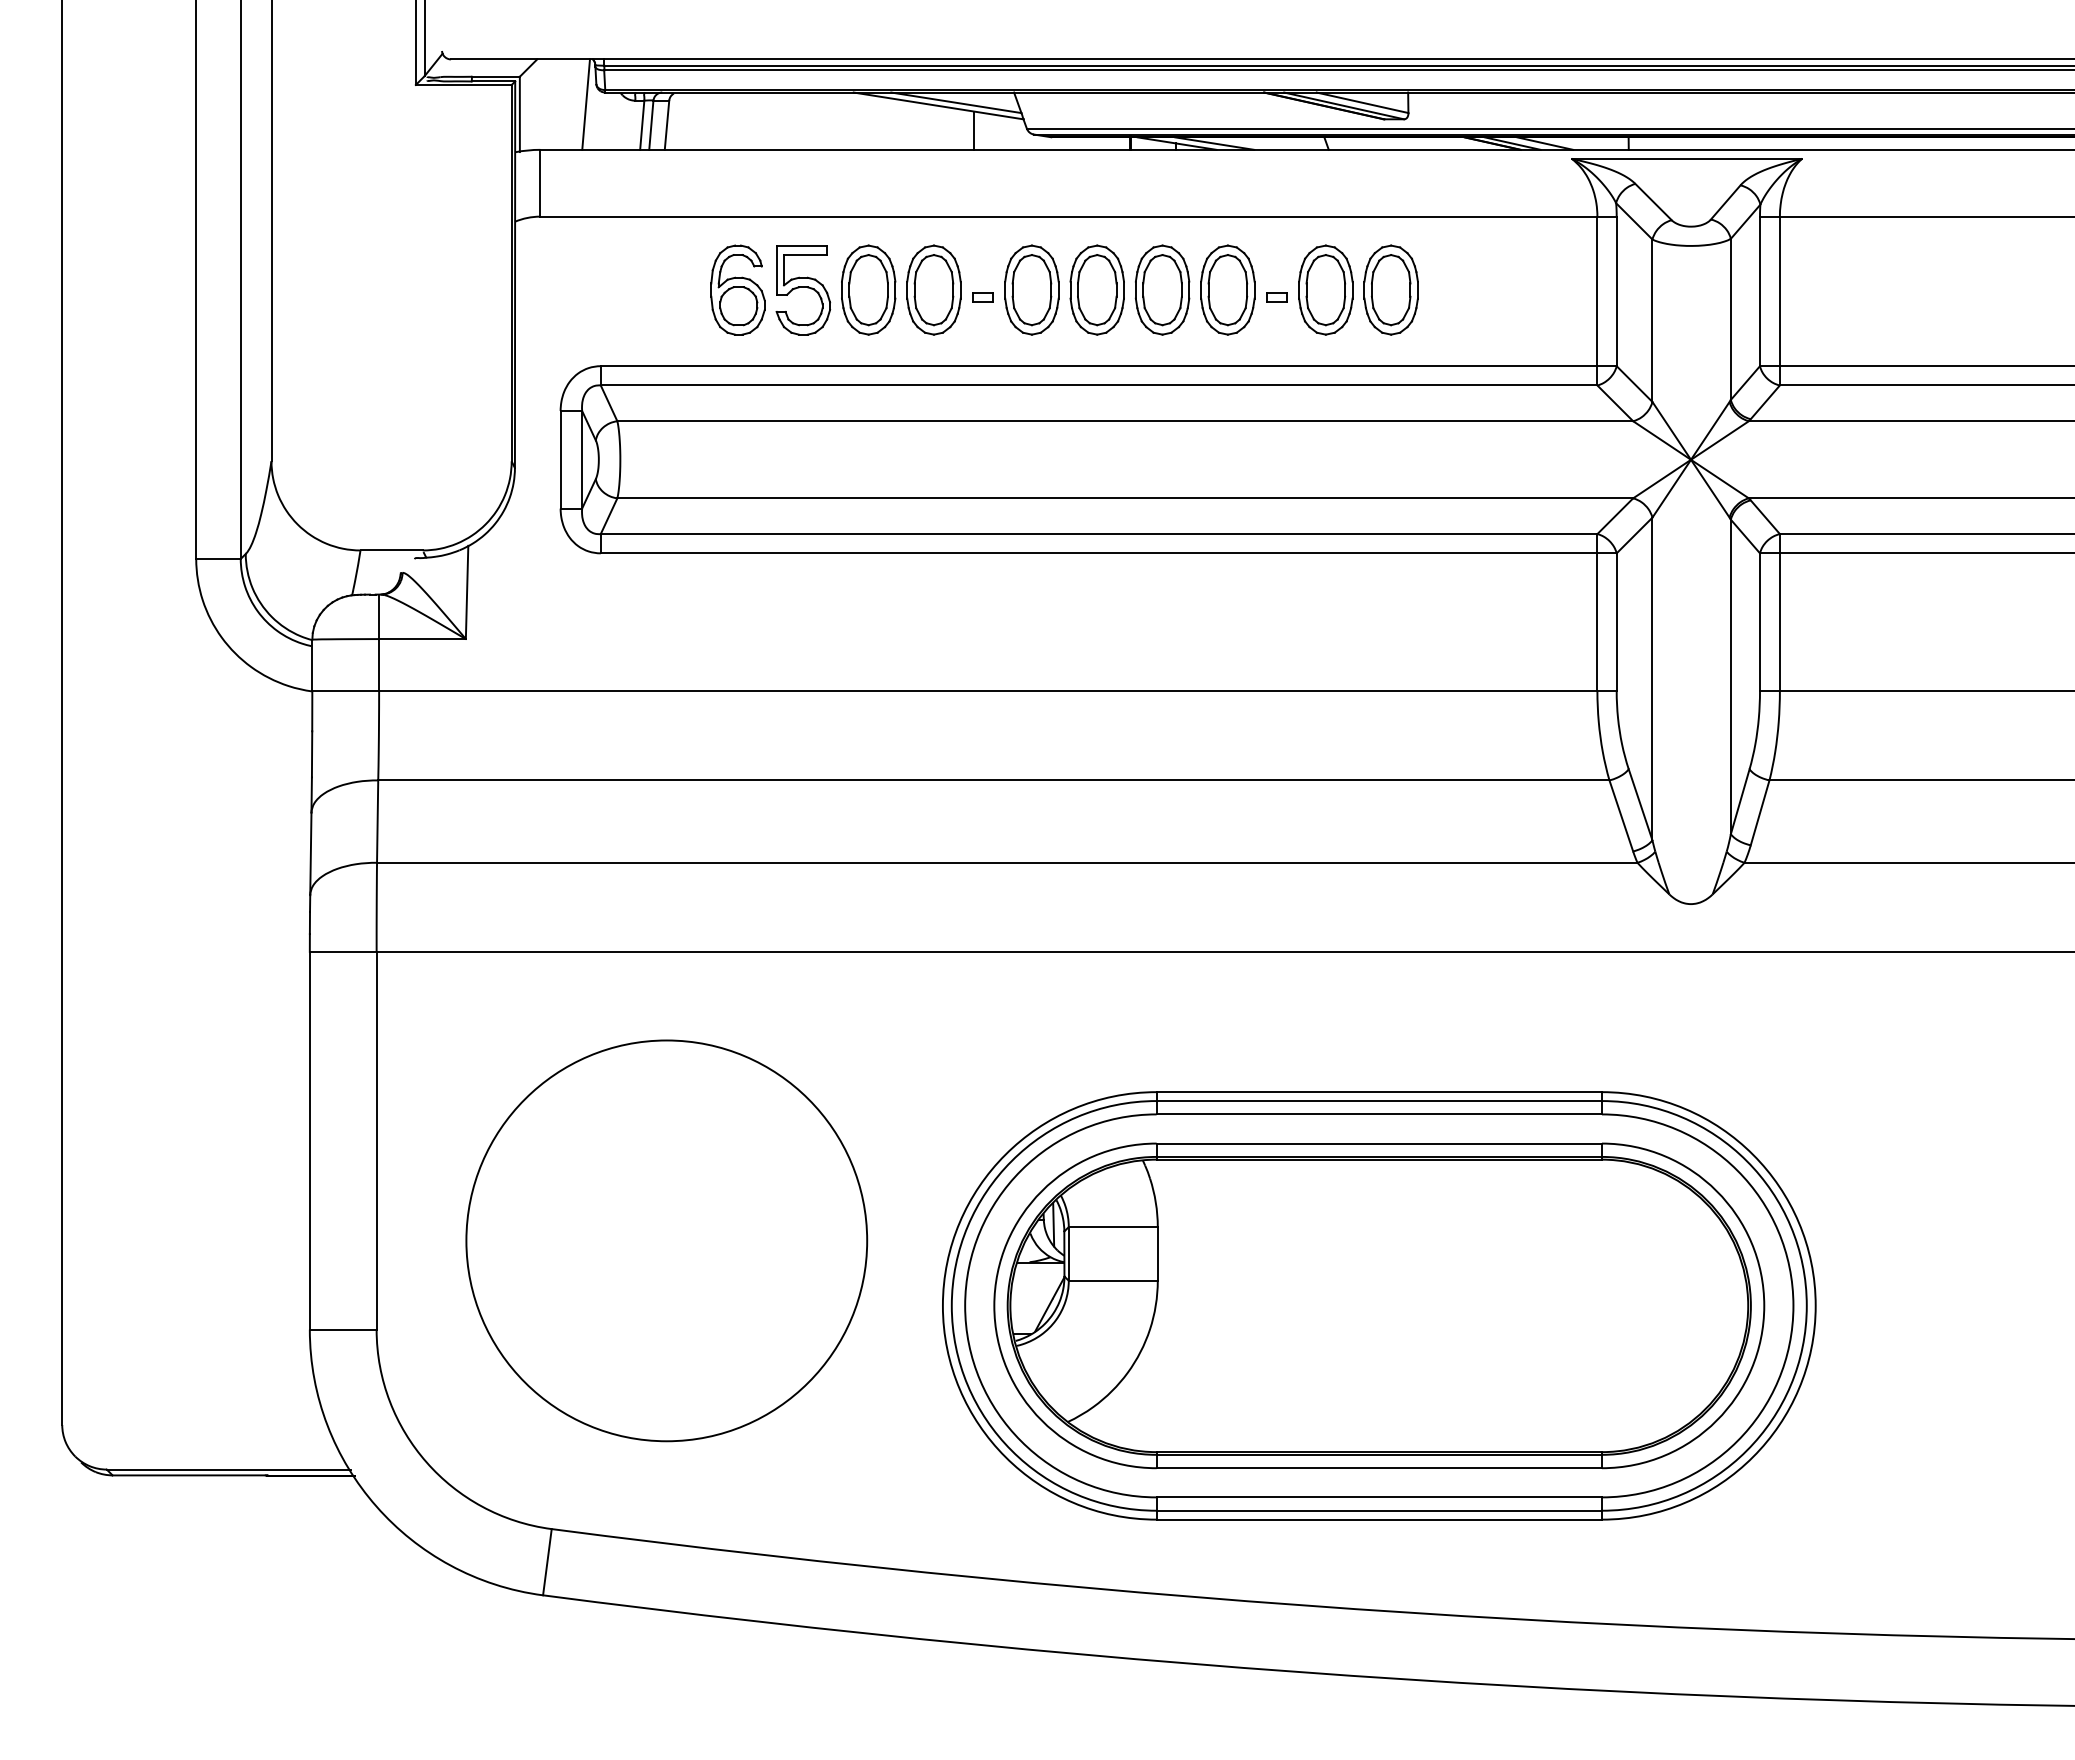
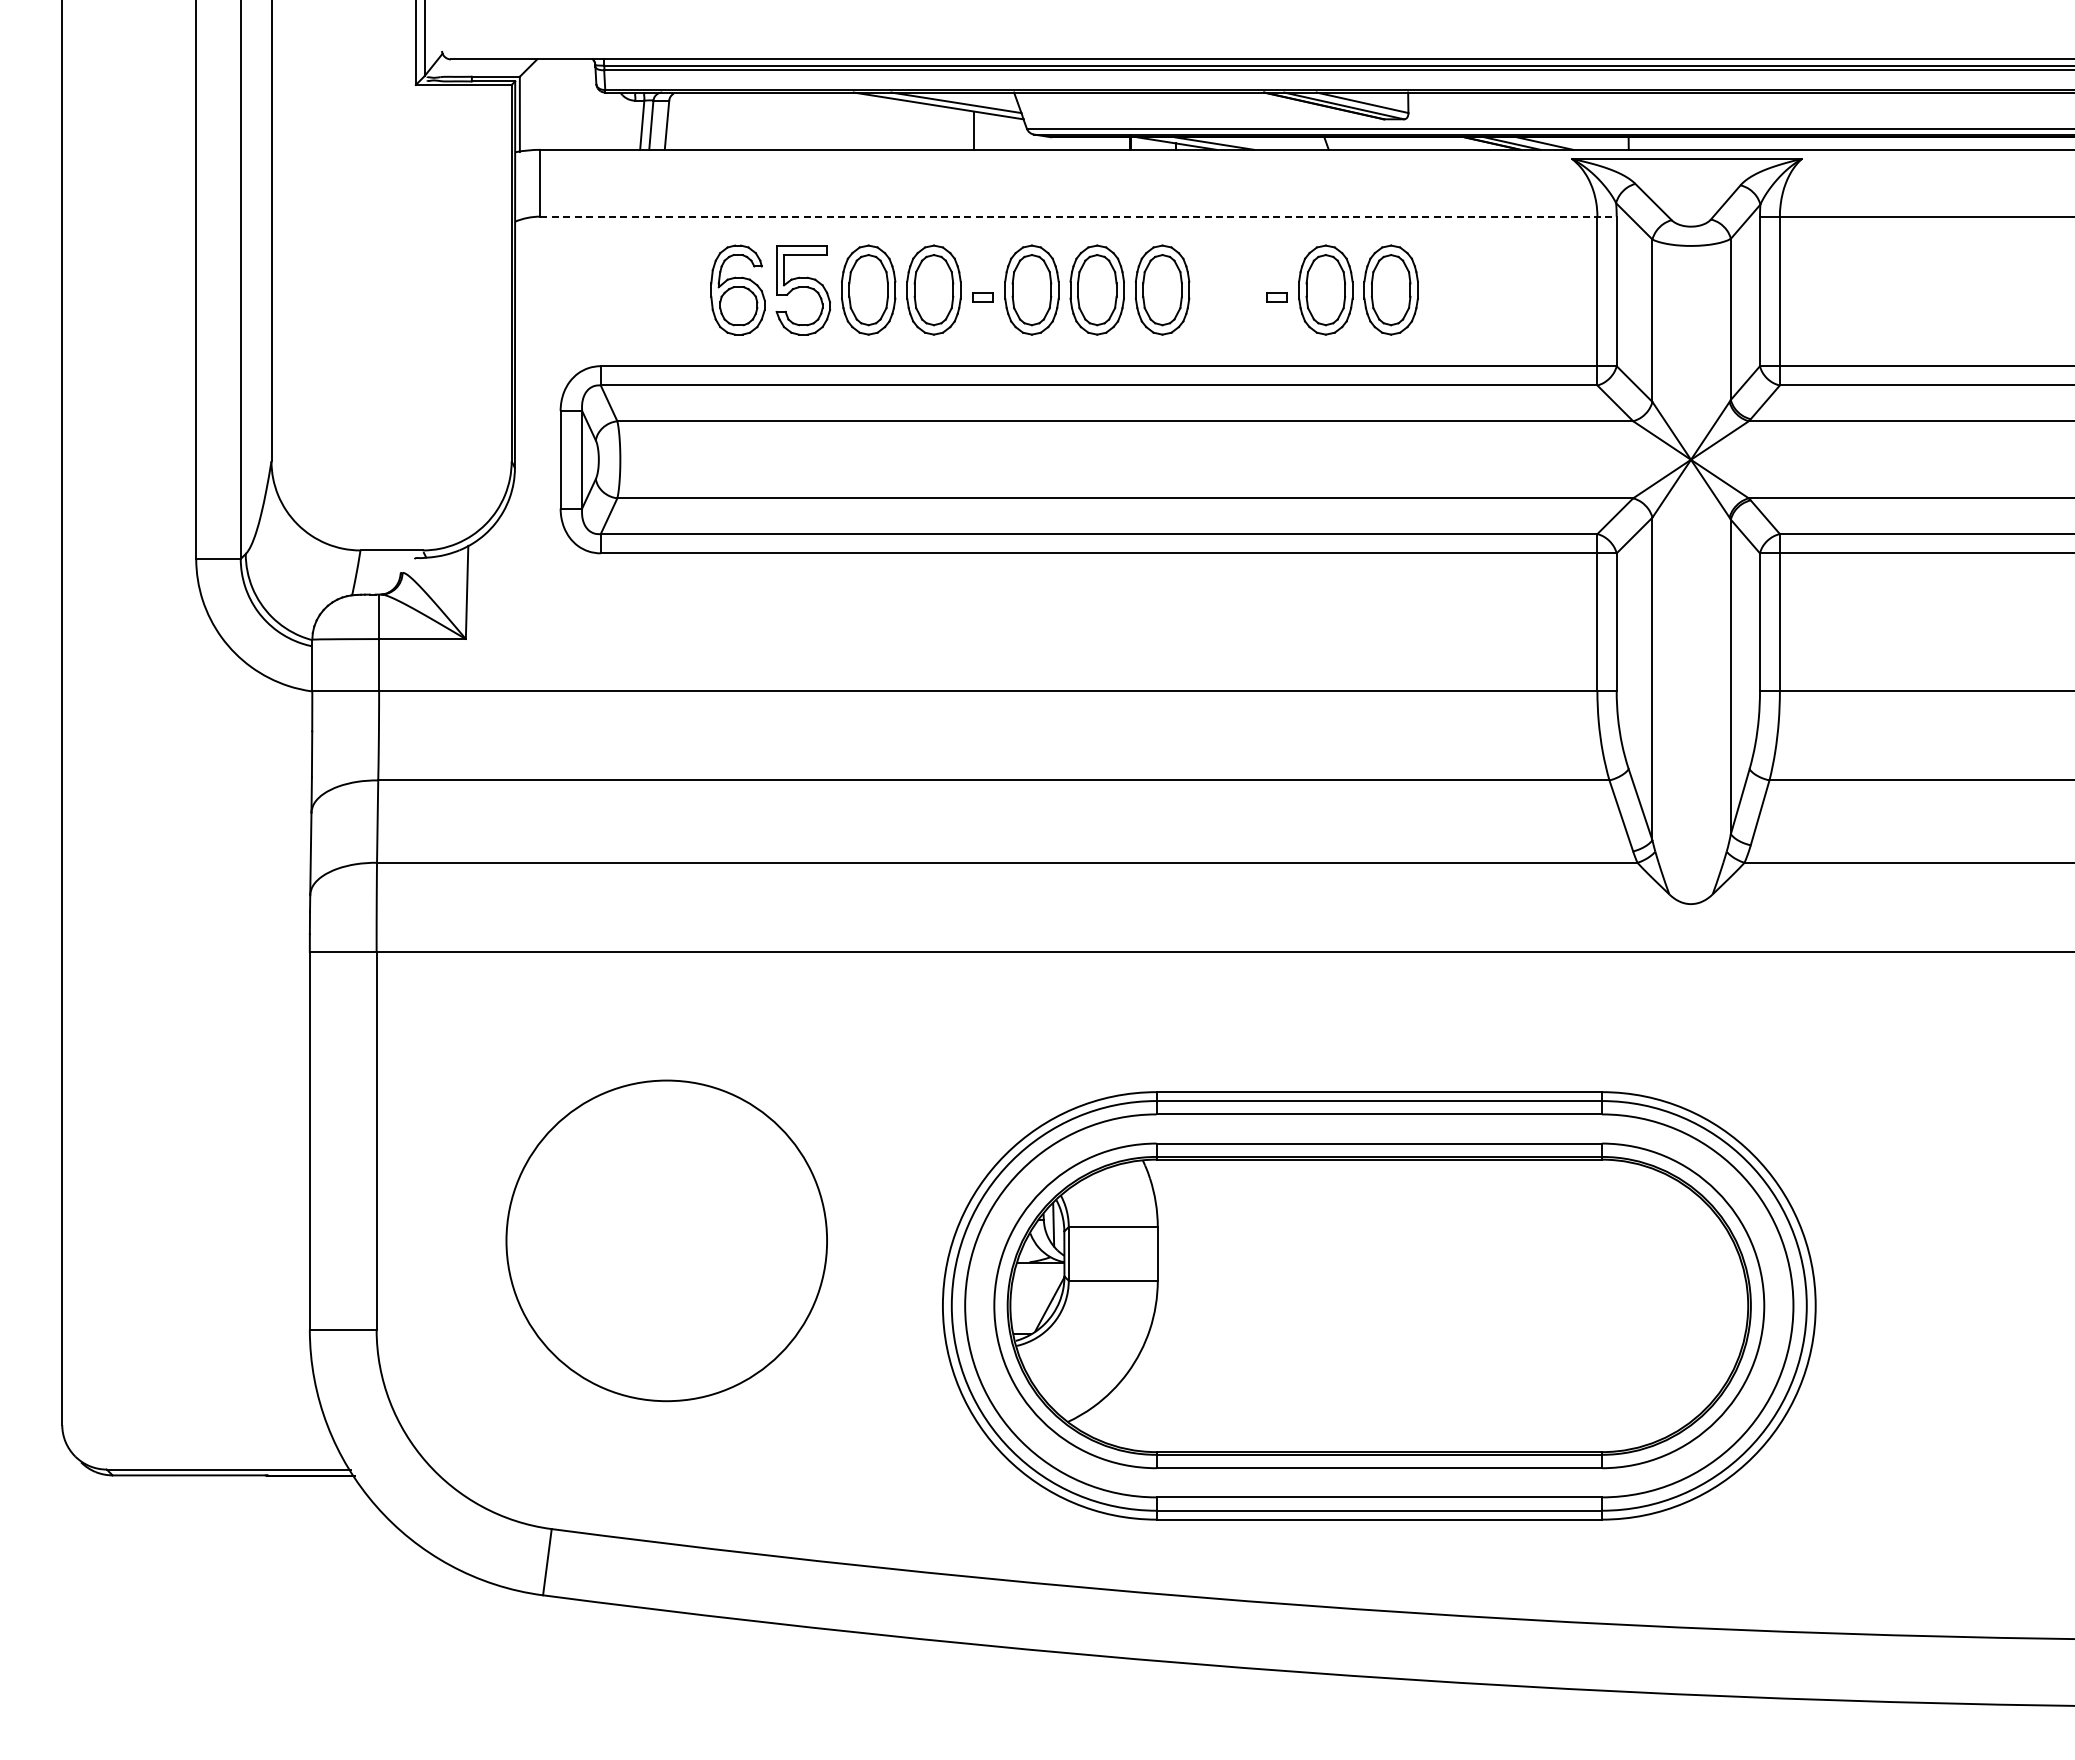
line at (585, 104): present -> none
line at (1078, 216): solid -> dashed
part at (1227, 289): present -> none
circle at (666, 1240) diameter: 401 px -> 321 px
